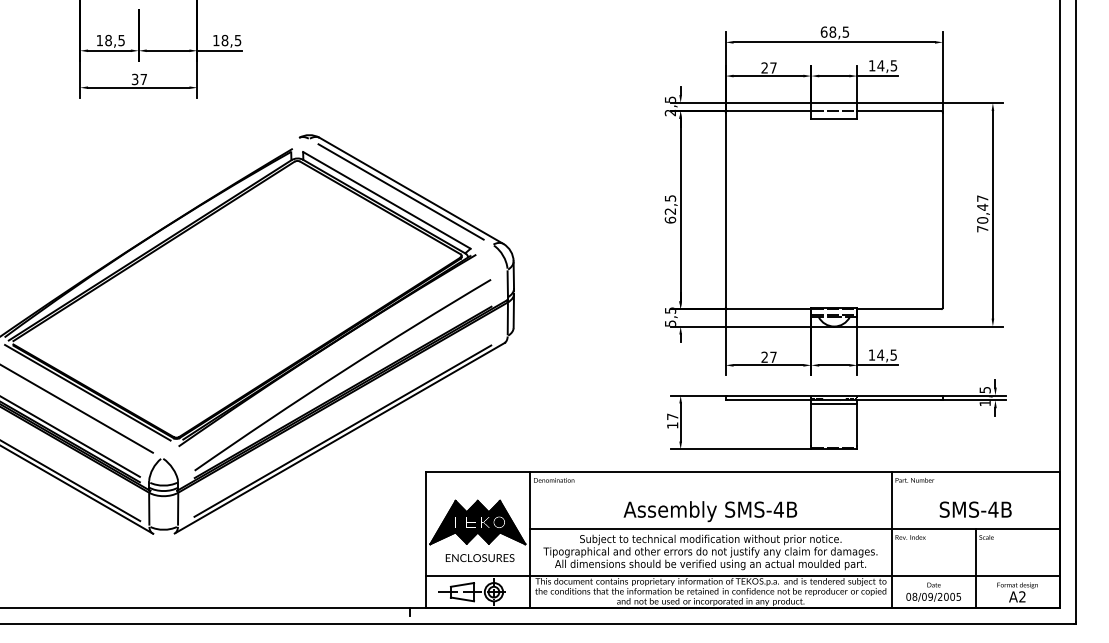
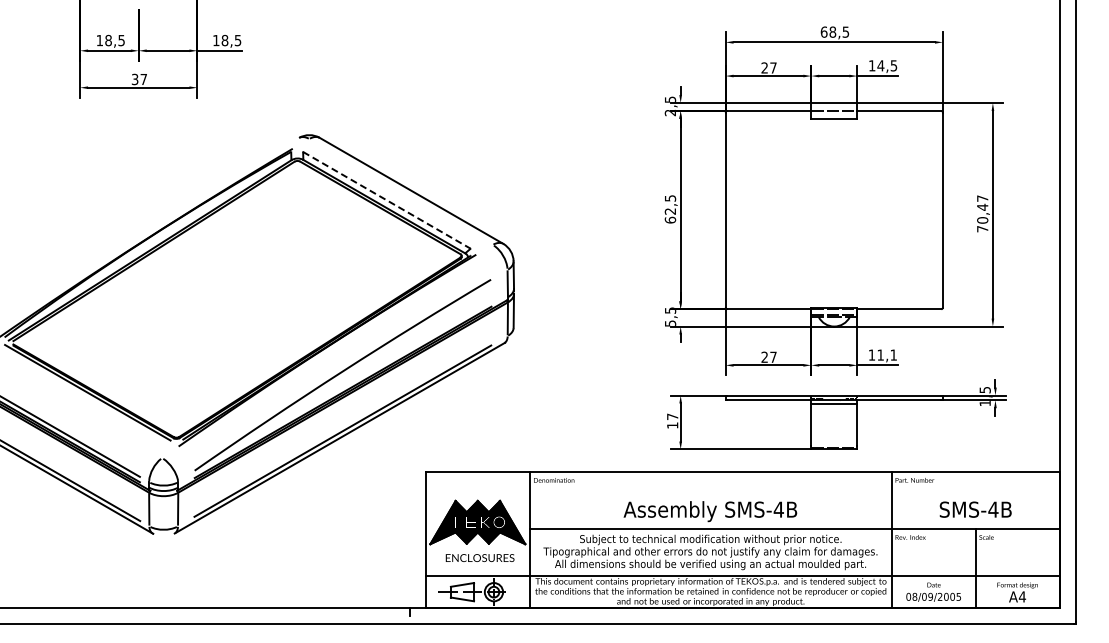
line at (400, 191): present -> none
line at (386, 200): solid -> dashed
text at (886, 354): 14,5 -> 11,1
line at (77, 408): present -> none
text at (1022, 596): A2 -> A4
